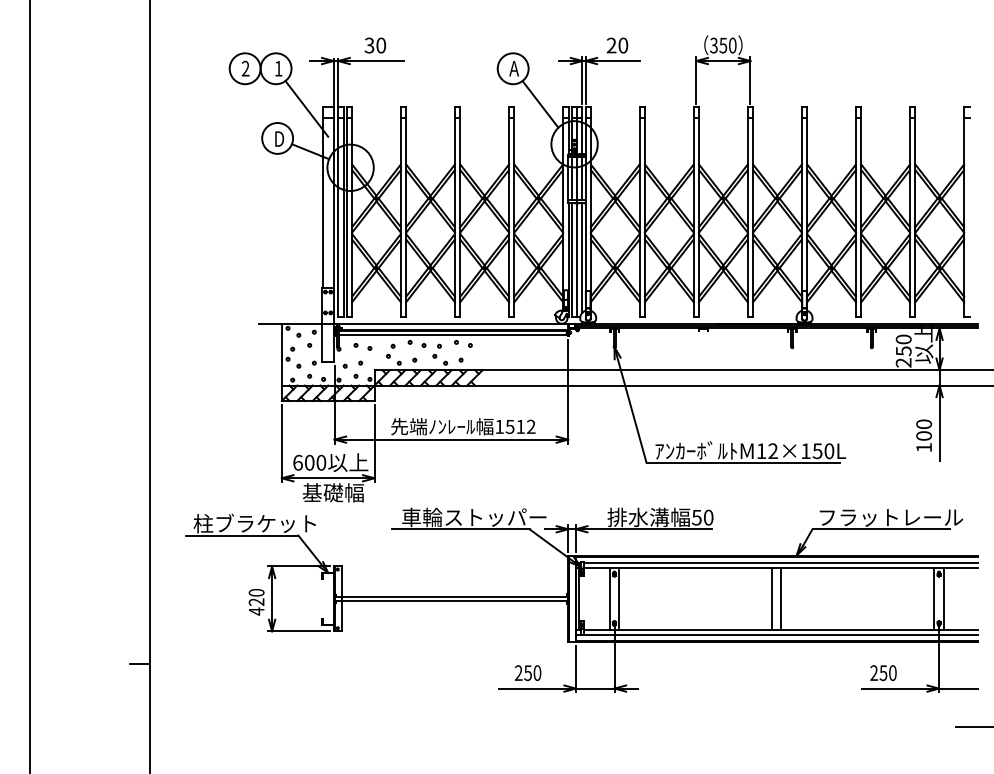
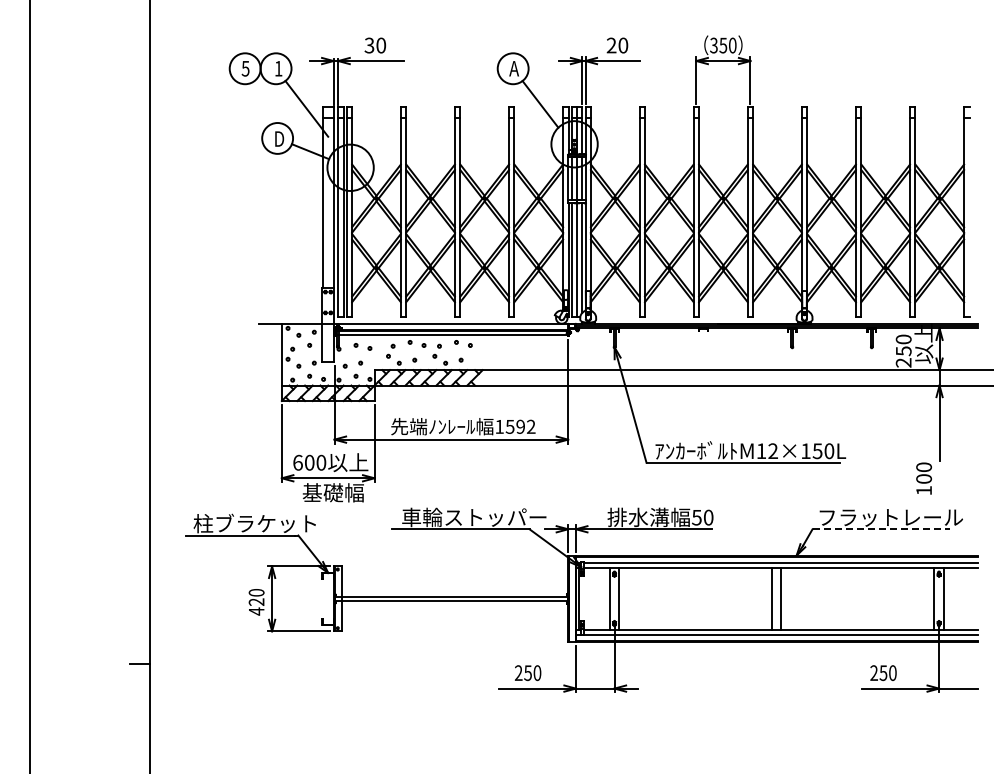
text at (245, 68): 2 -> 5
text at (520, 426): 1512 -> 1592
text at (923, 435) position: (923, 435) -> (923, 478)
line at (881, 529): solid -> dashed
line at (973, 727): present -> none
